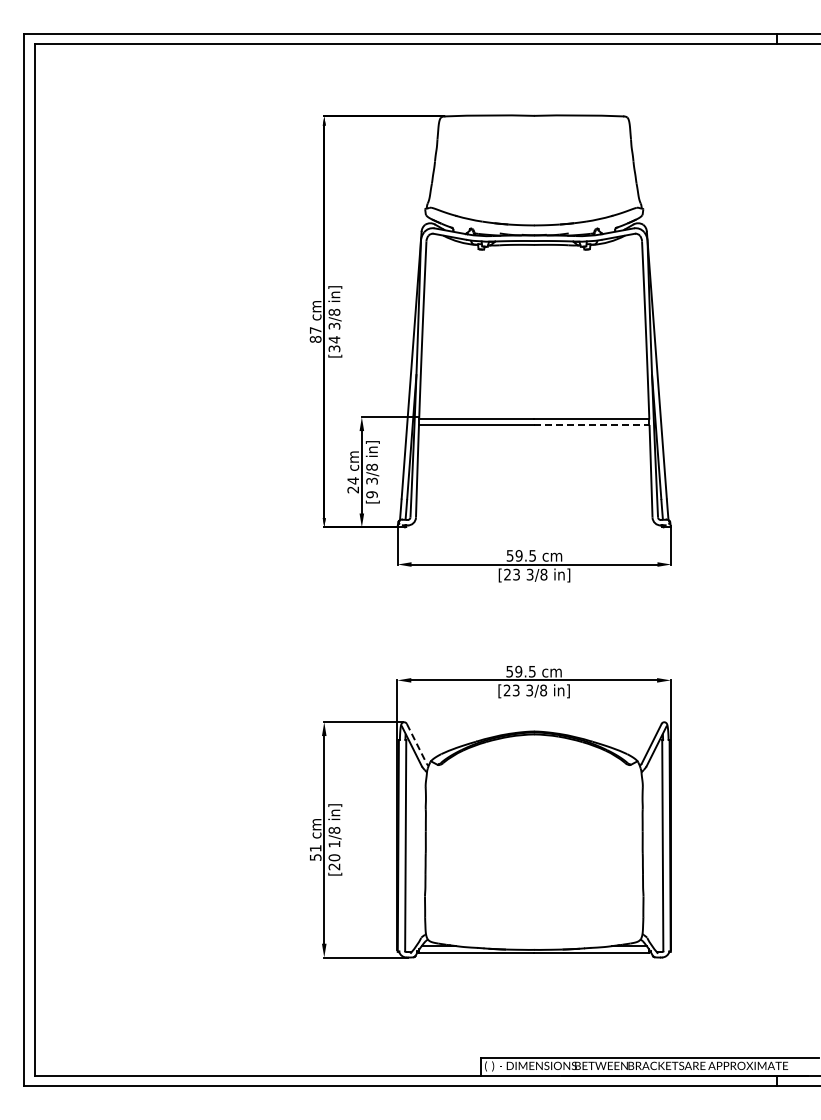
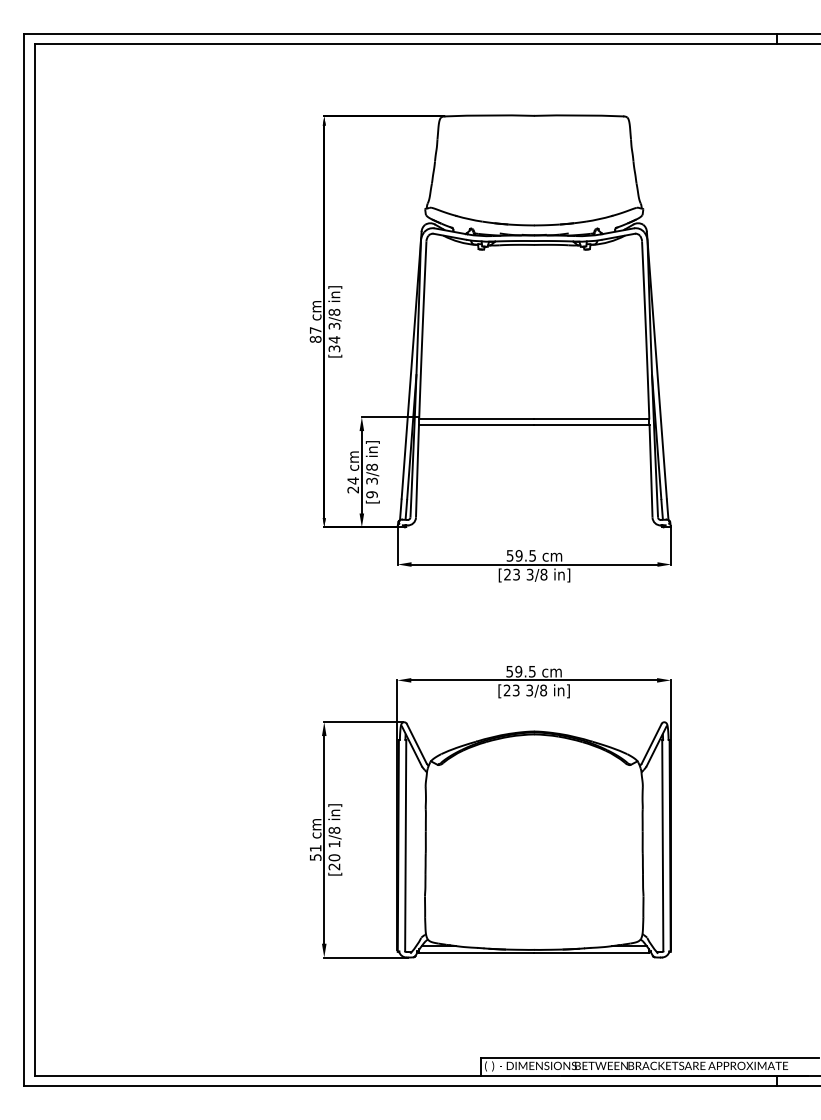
line at (591, 424): dashed -> solid
line at (417, 744): dashed -> solid
